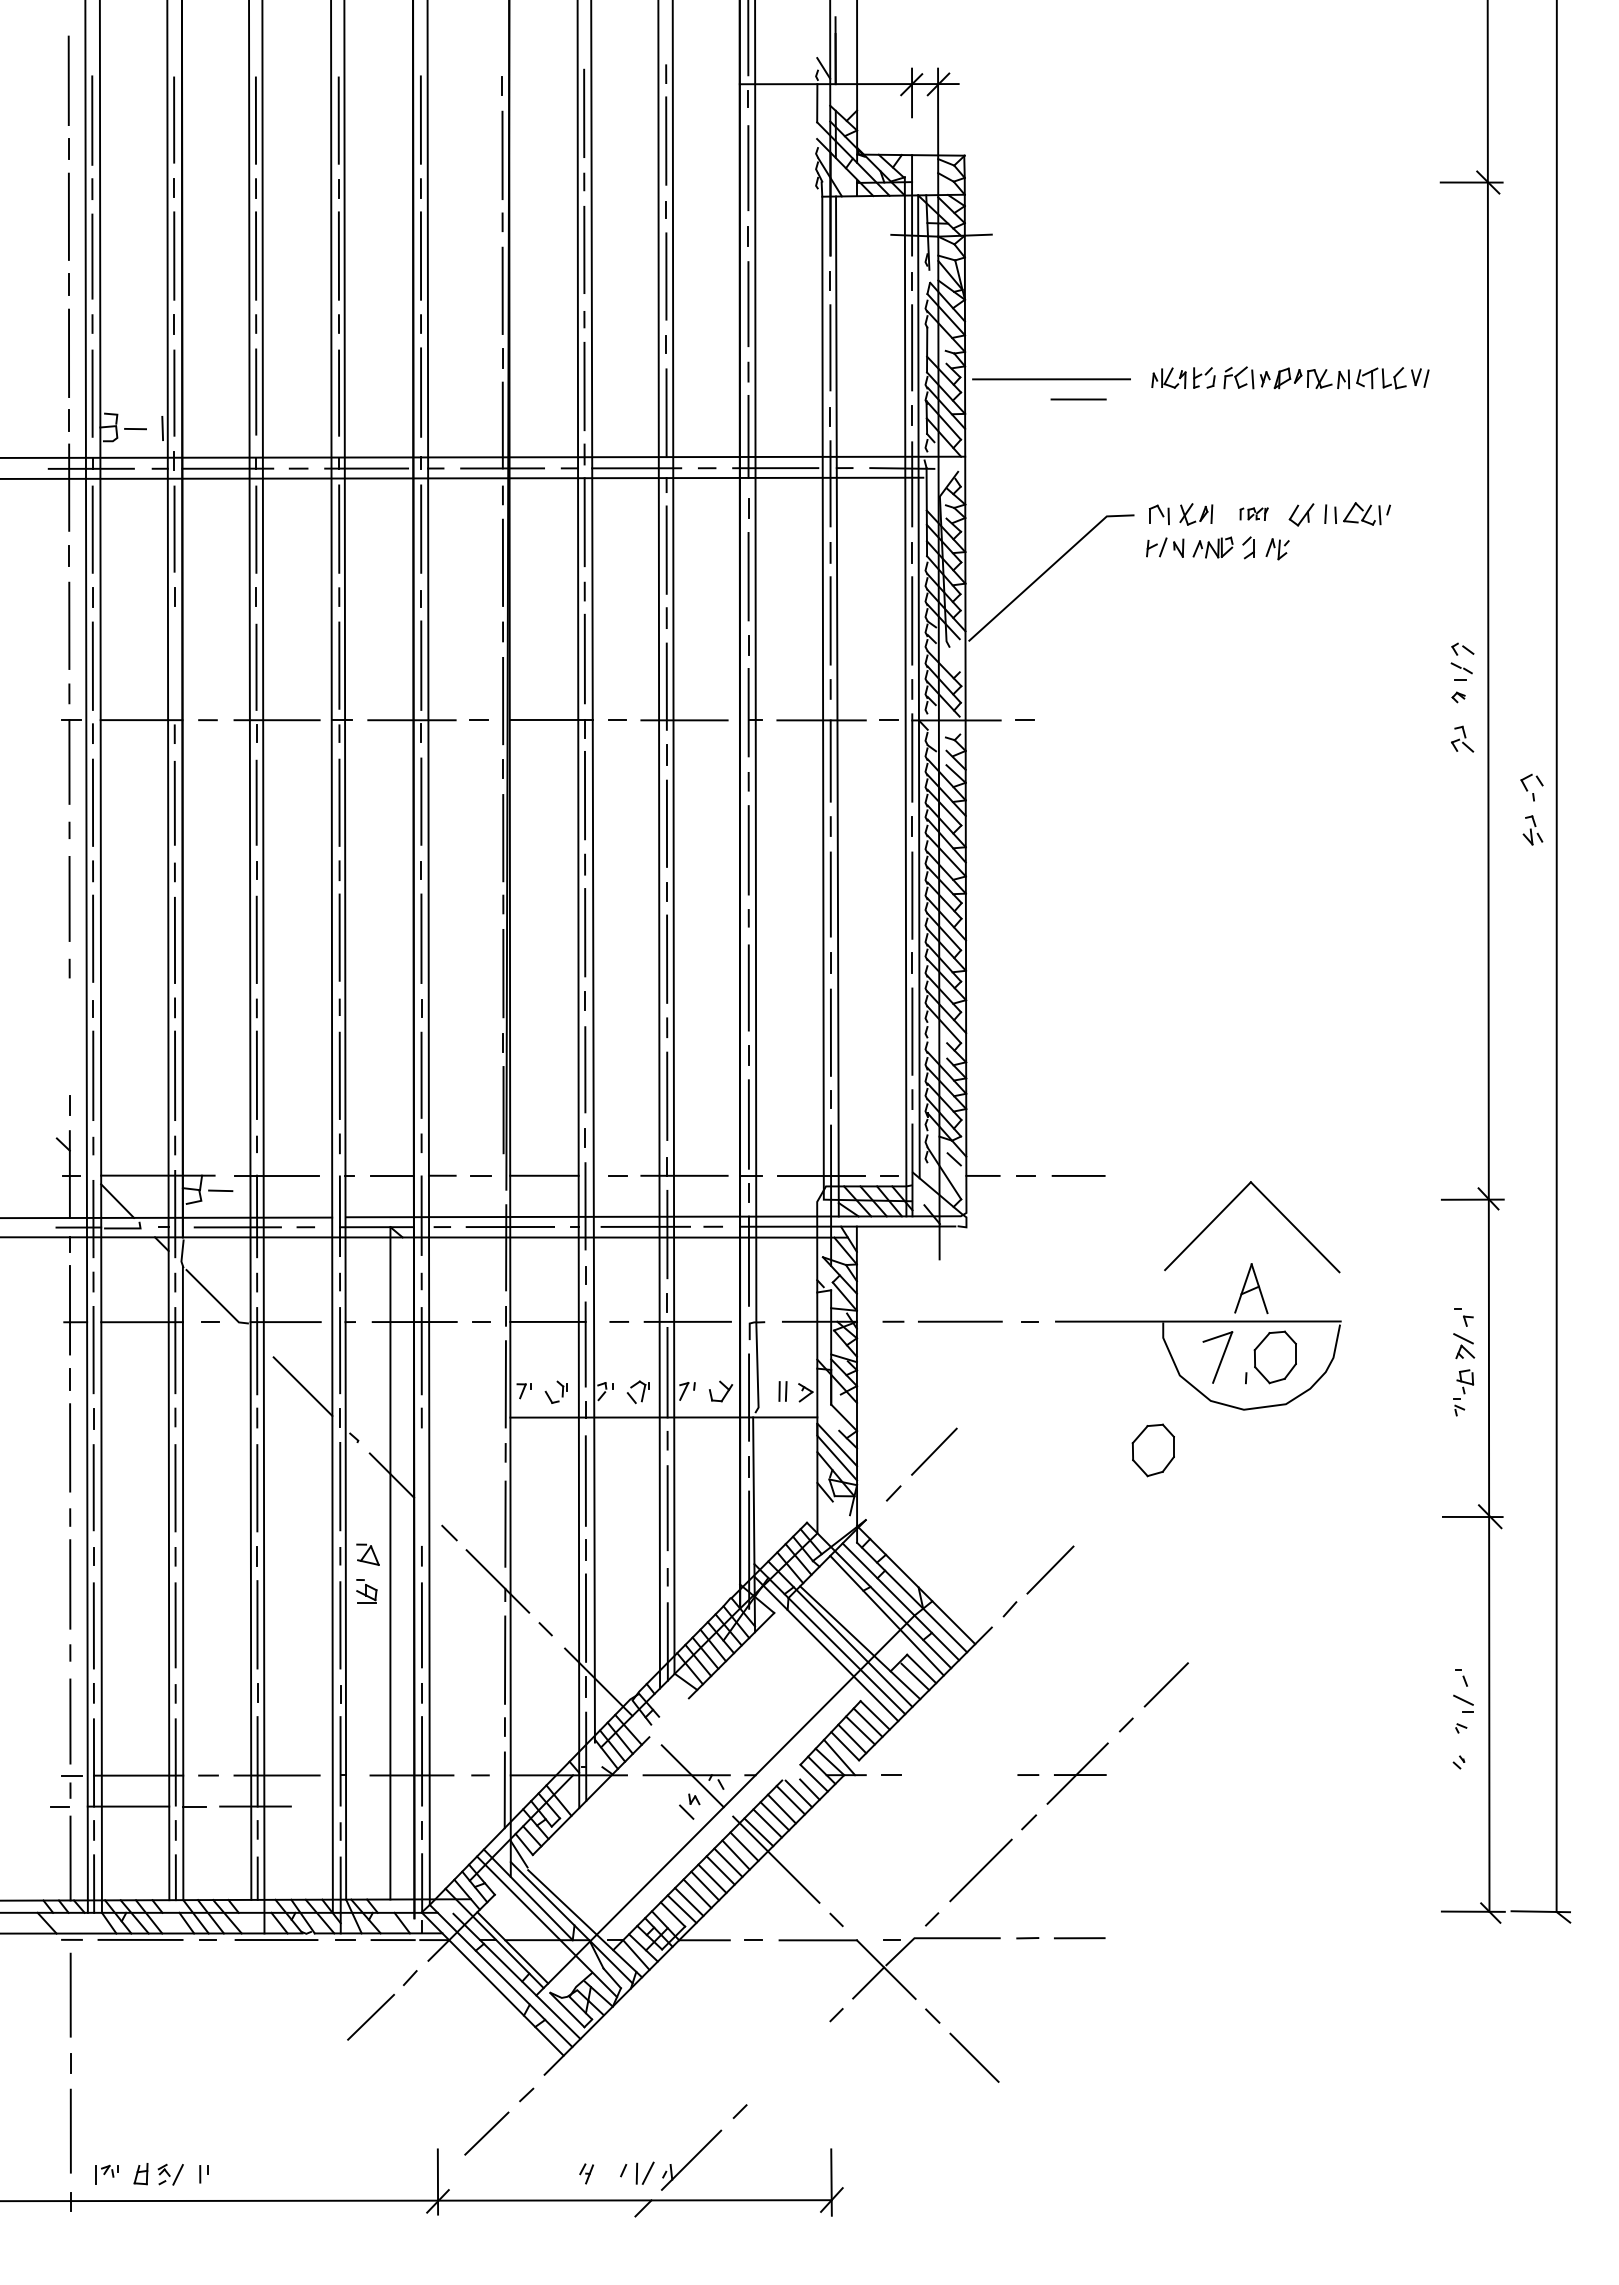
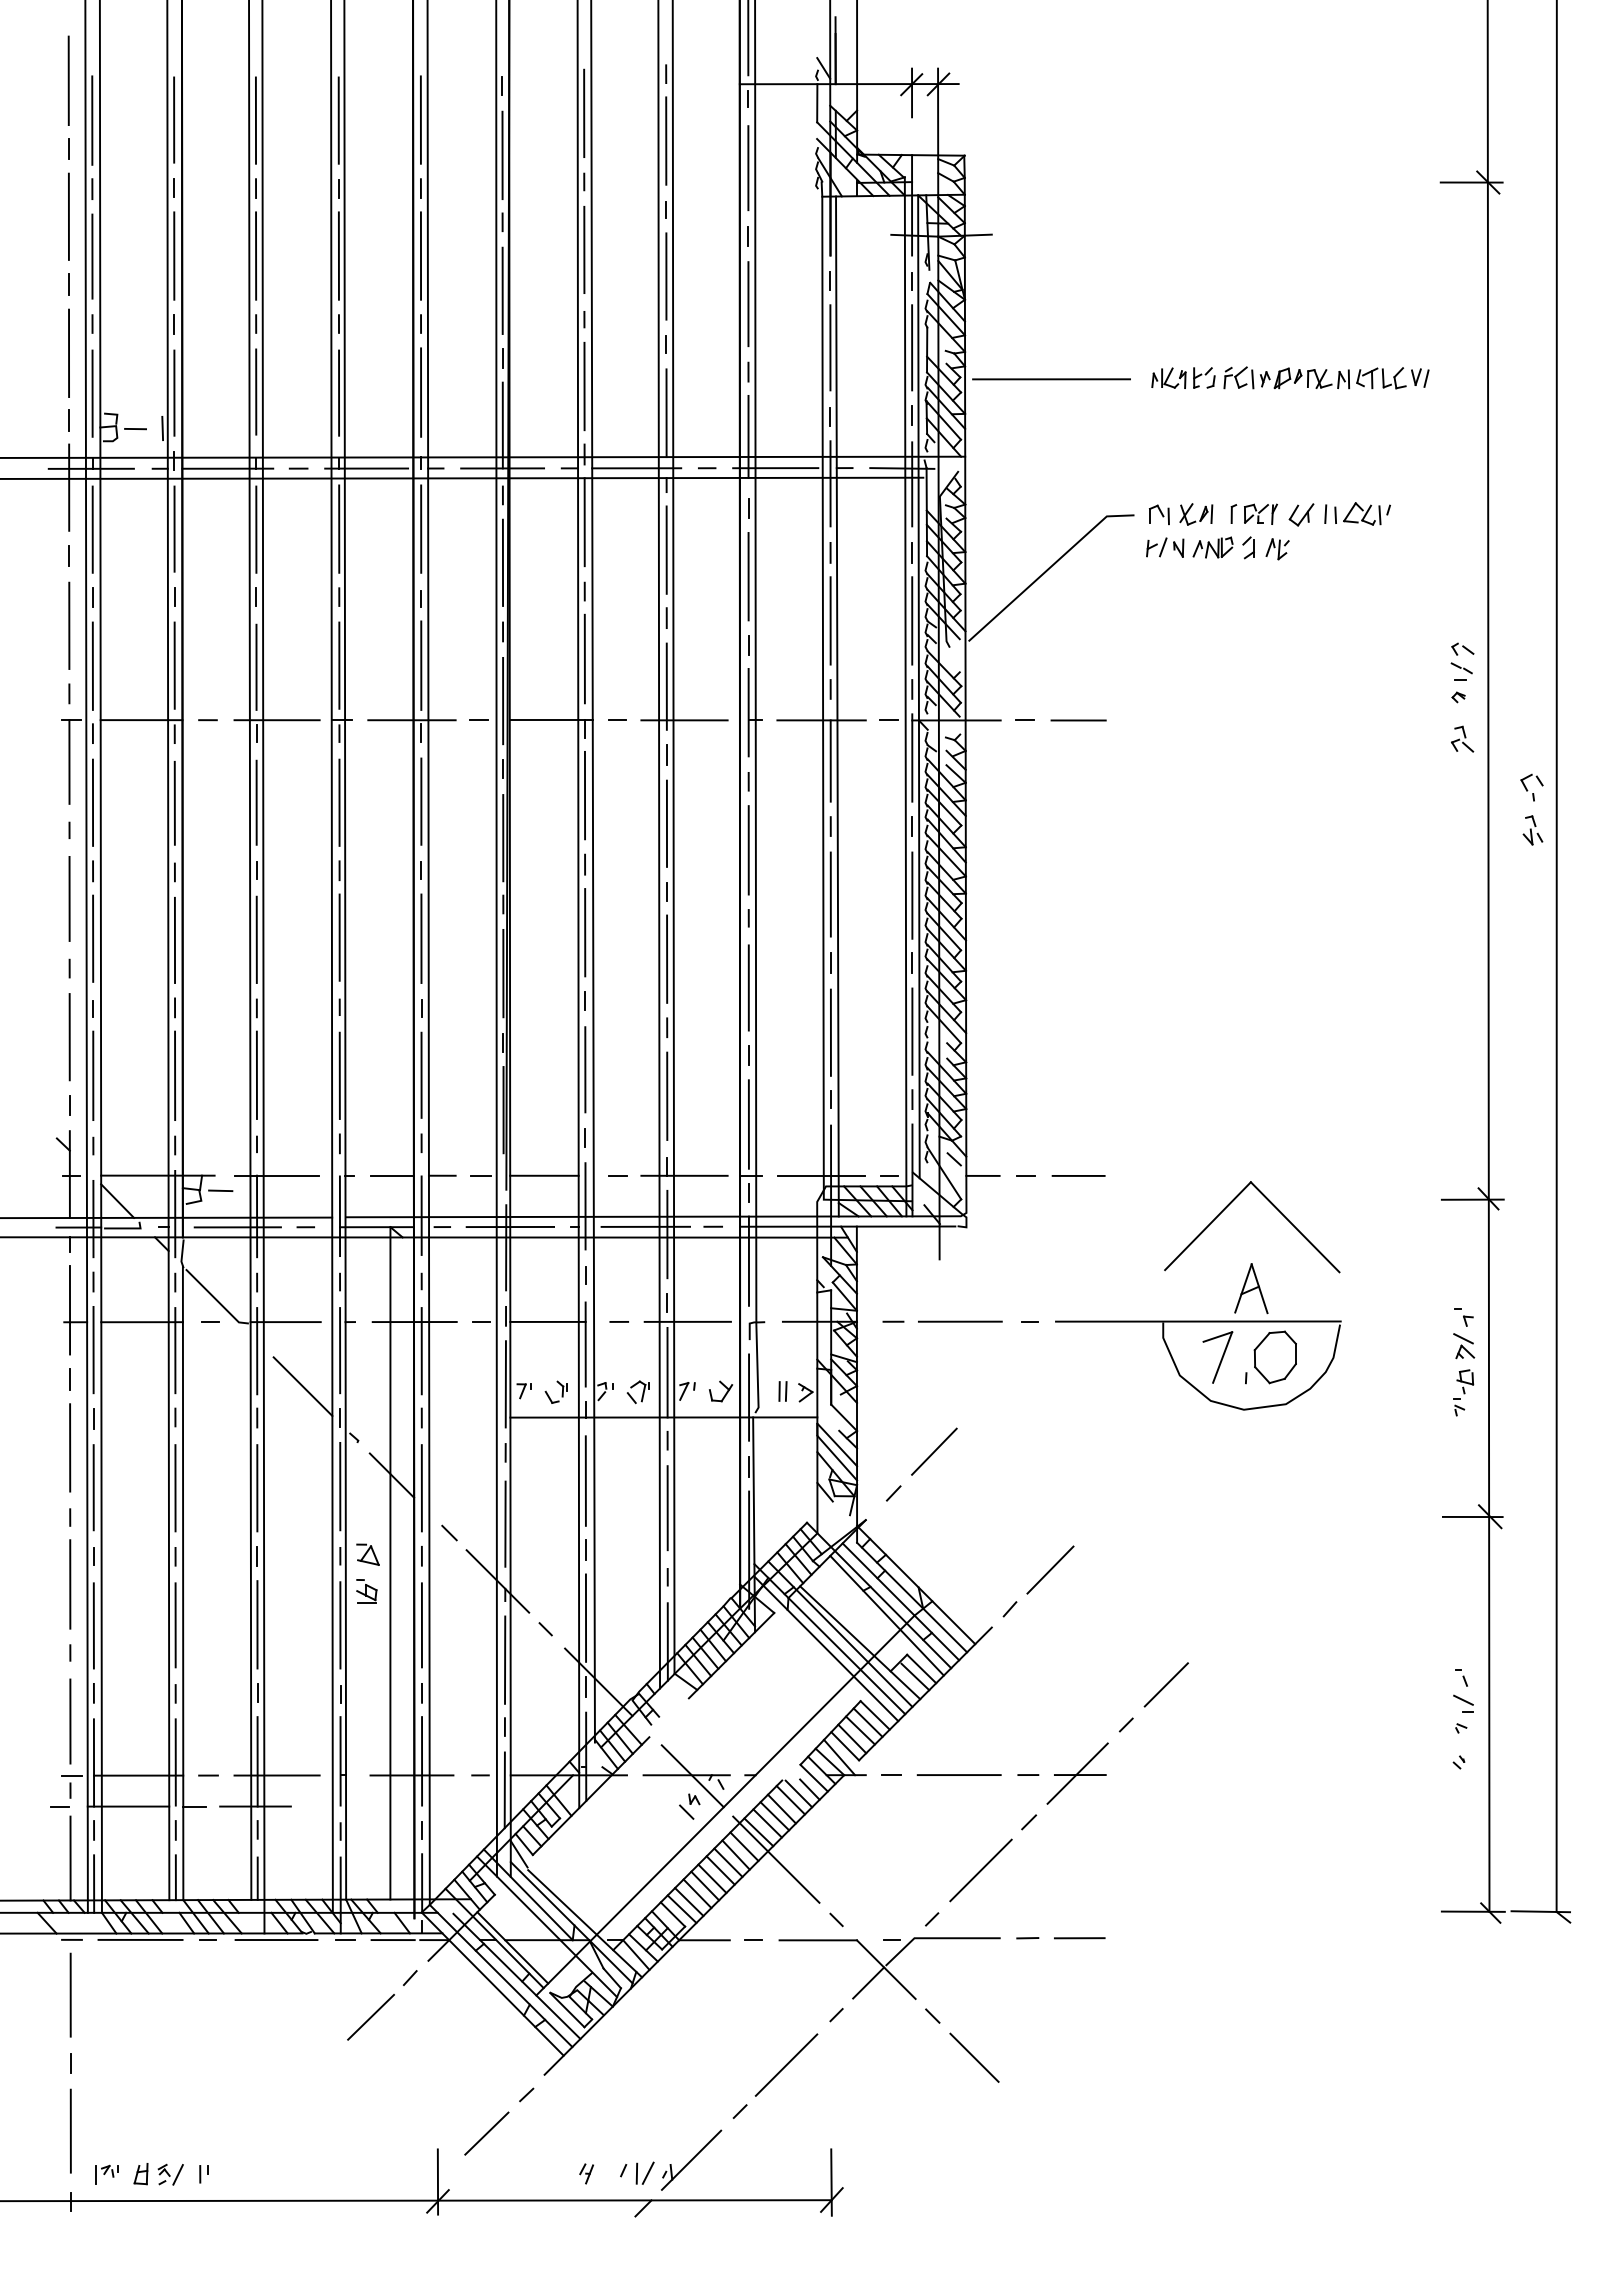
line at (1078, 399) position: (1078, 399) -> (1078, 720)
part at (1253, 513) size: 30x14 px -> 48x22 px
line at (174, 665): none -> present
line at (496, 939): none -> present
line at (69, 1037): none -> present
part at (1152, 1450): present -> none
line at (421, 1488): none -> present
line at (958, 1775): none -> present
line at (786, 2064): none -> present
